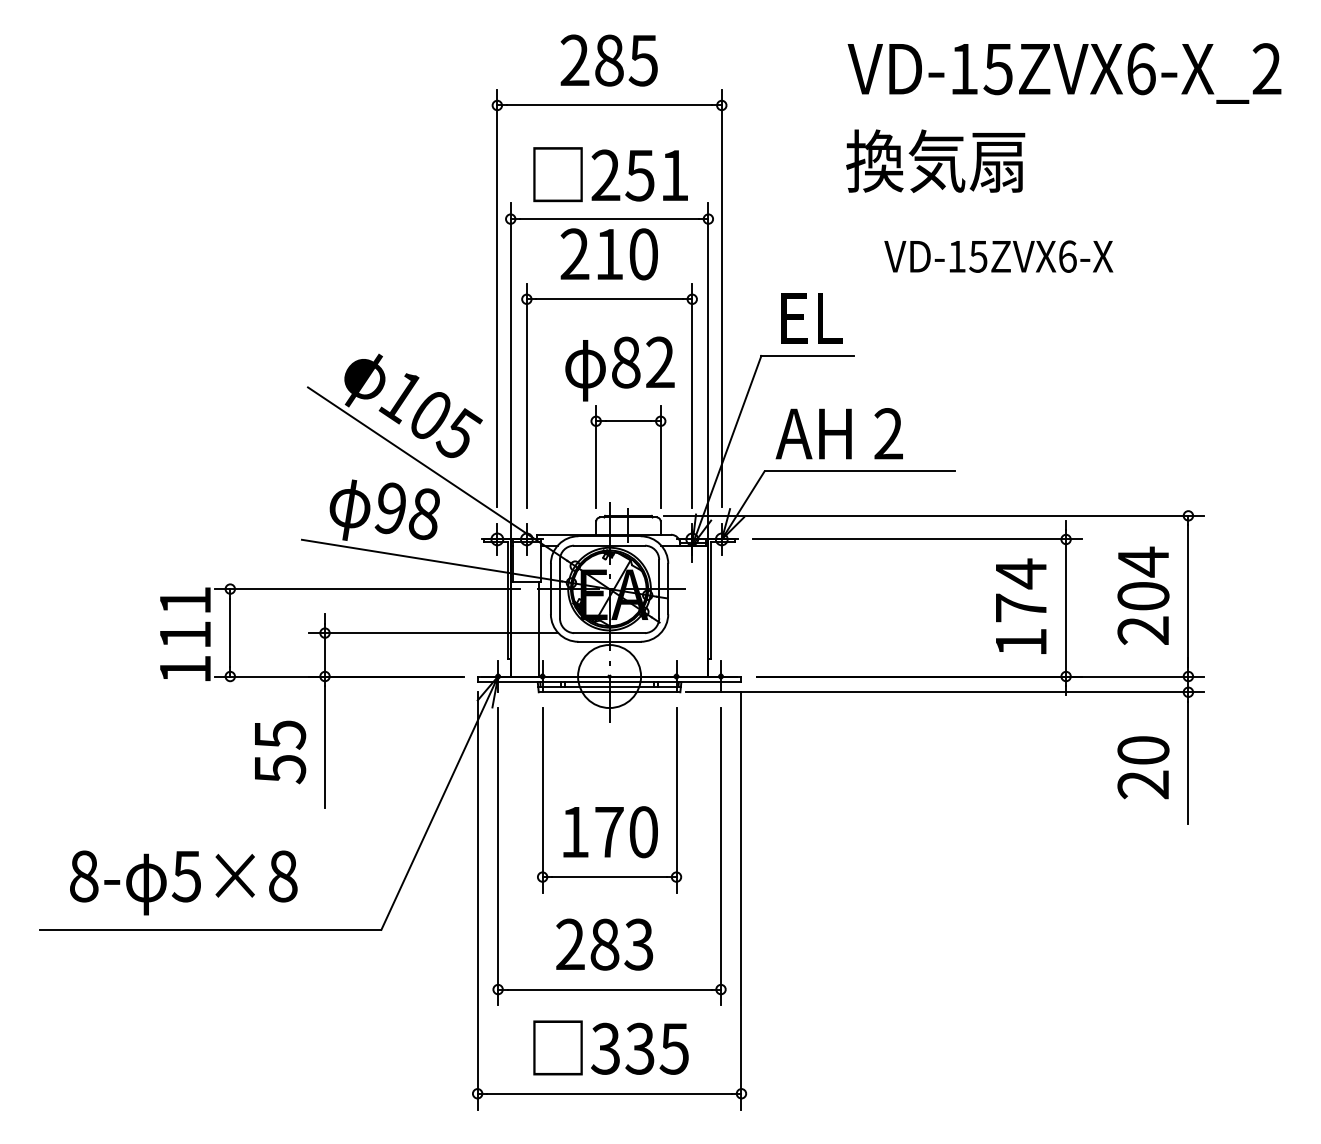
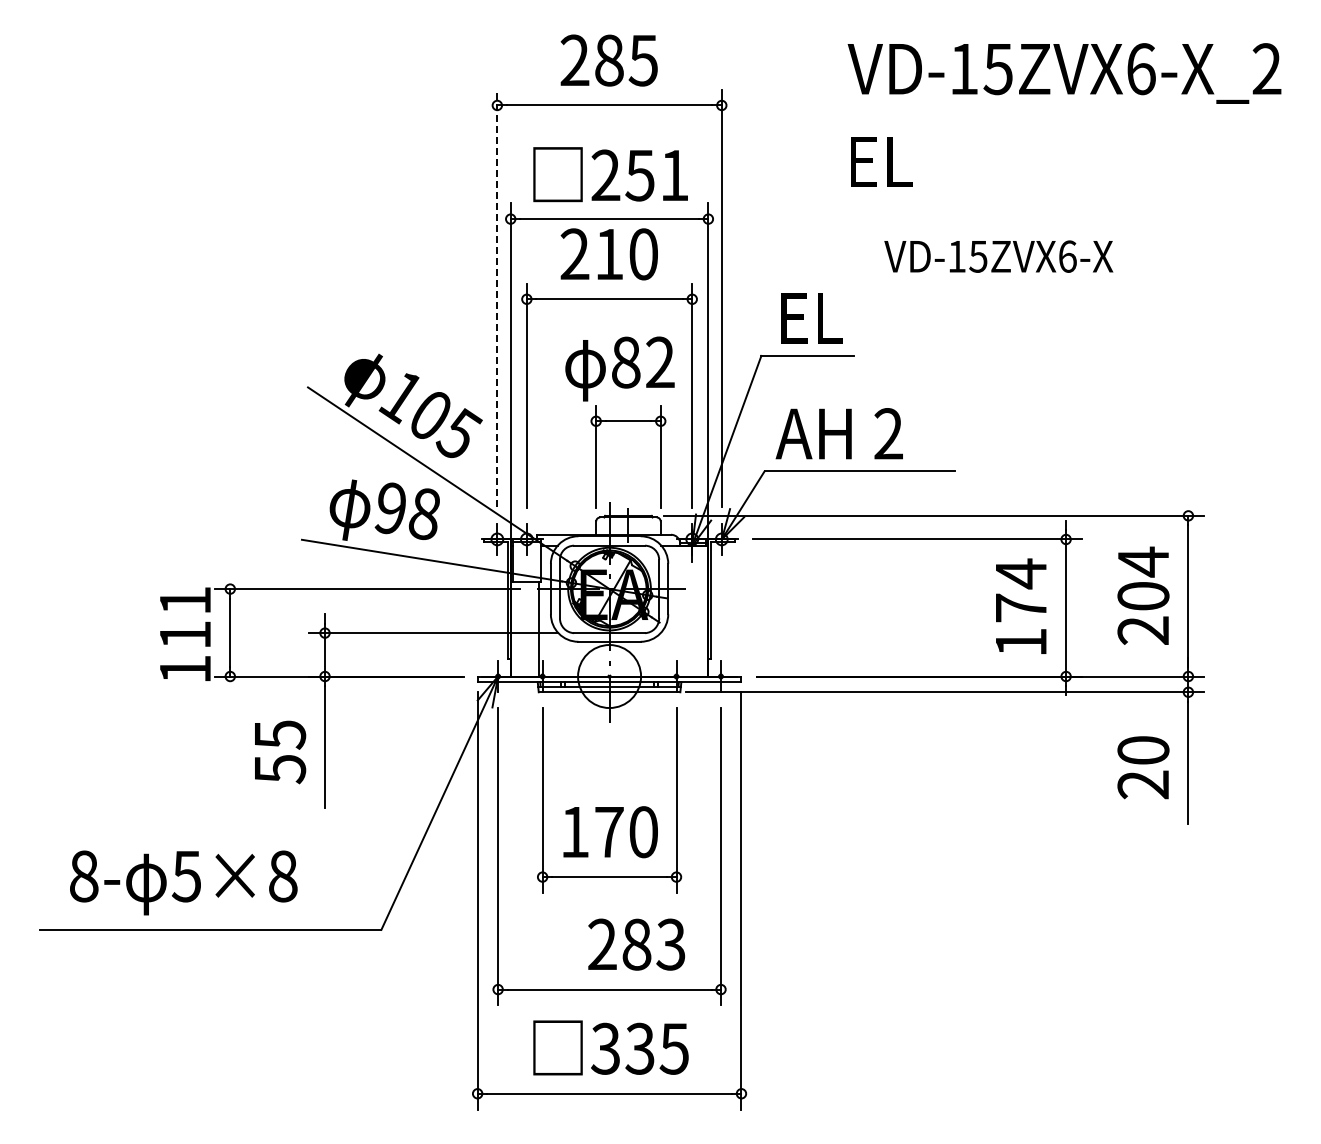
text at (935, 161): 換気扇 -> EL
line at (497, 298): solid -> dashed
text at (604, 944) position: (604, 944) -> (636, 944)
